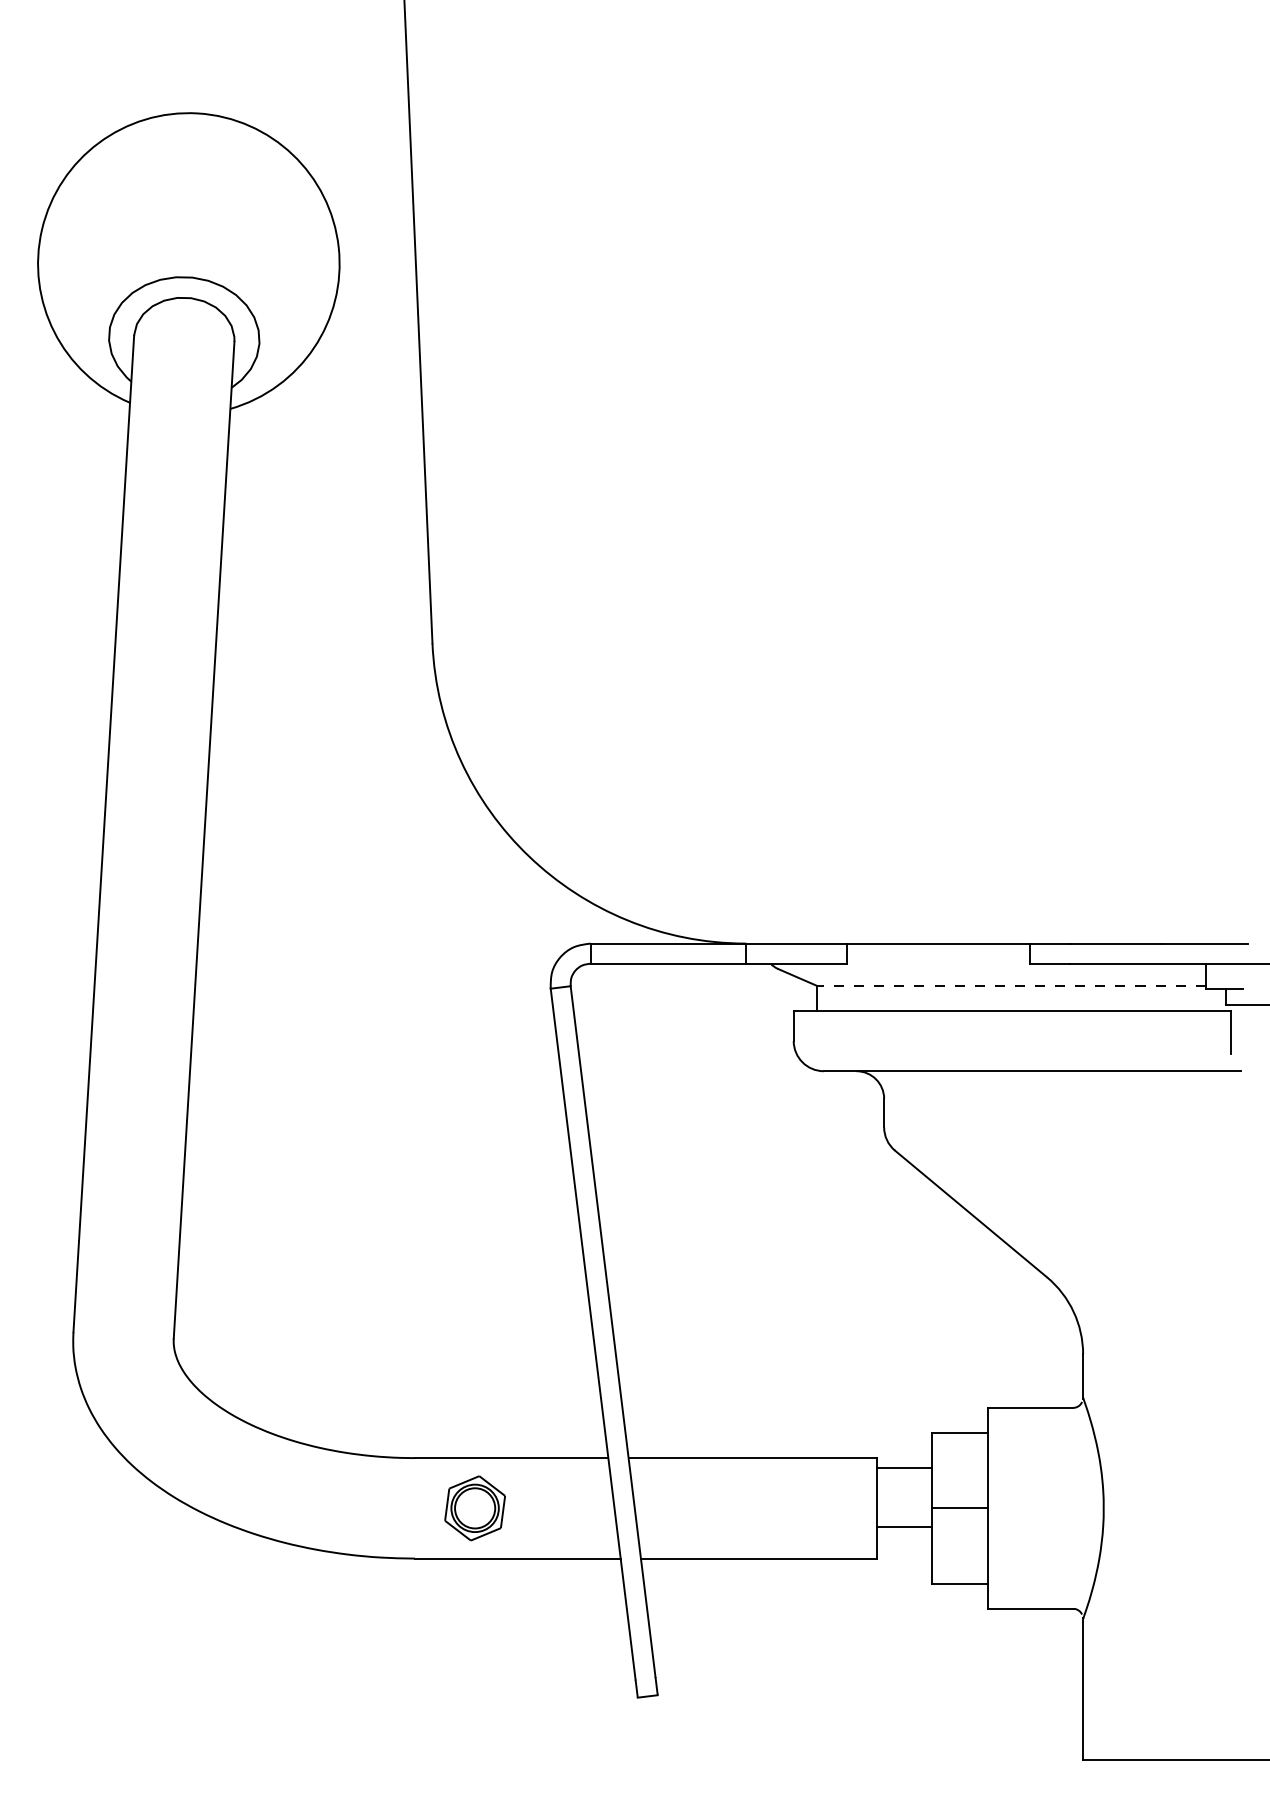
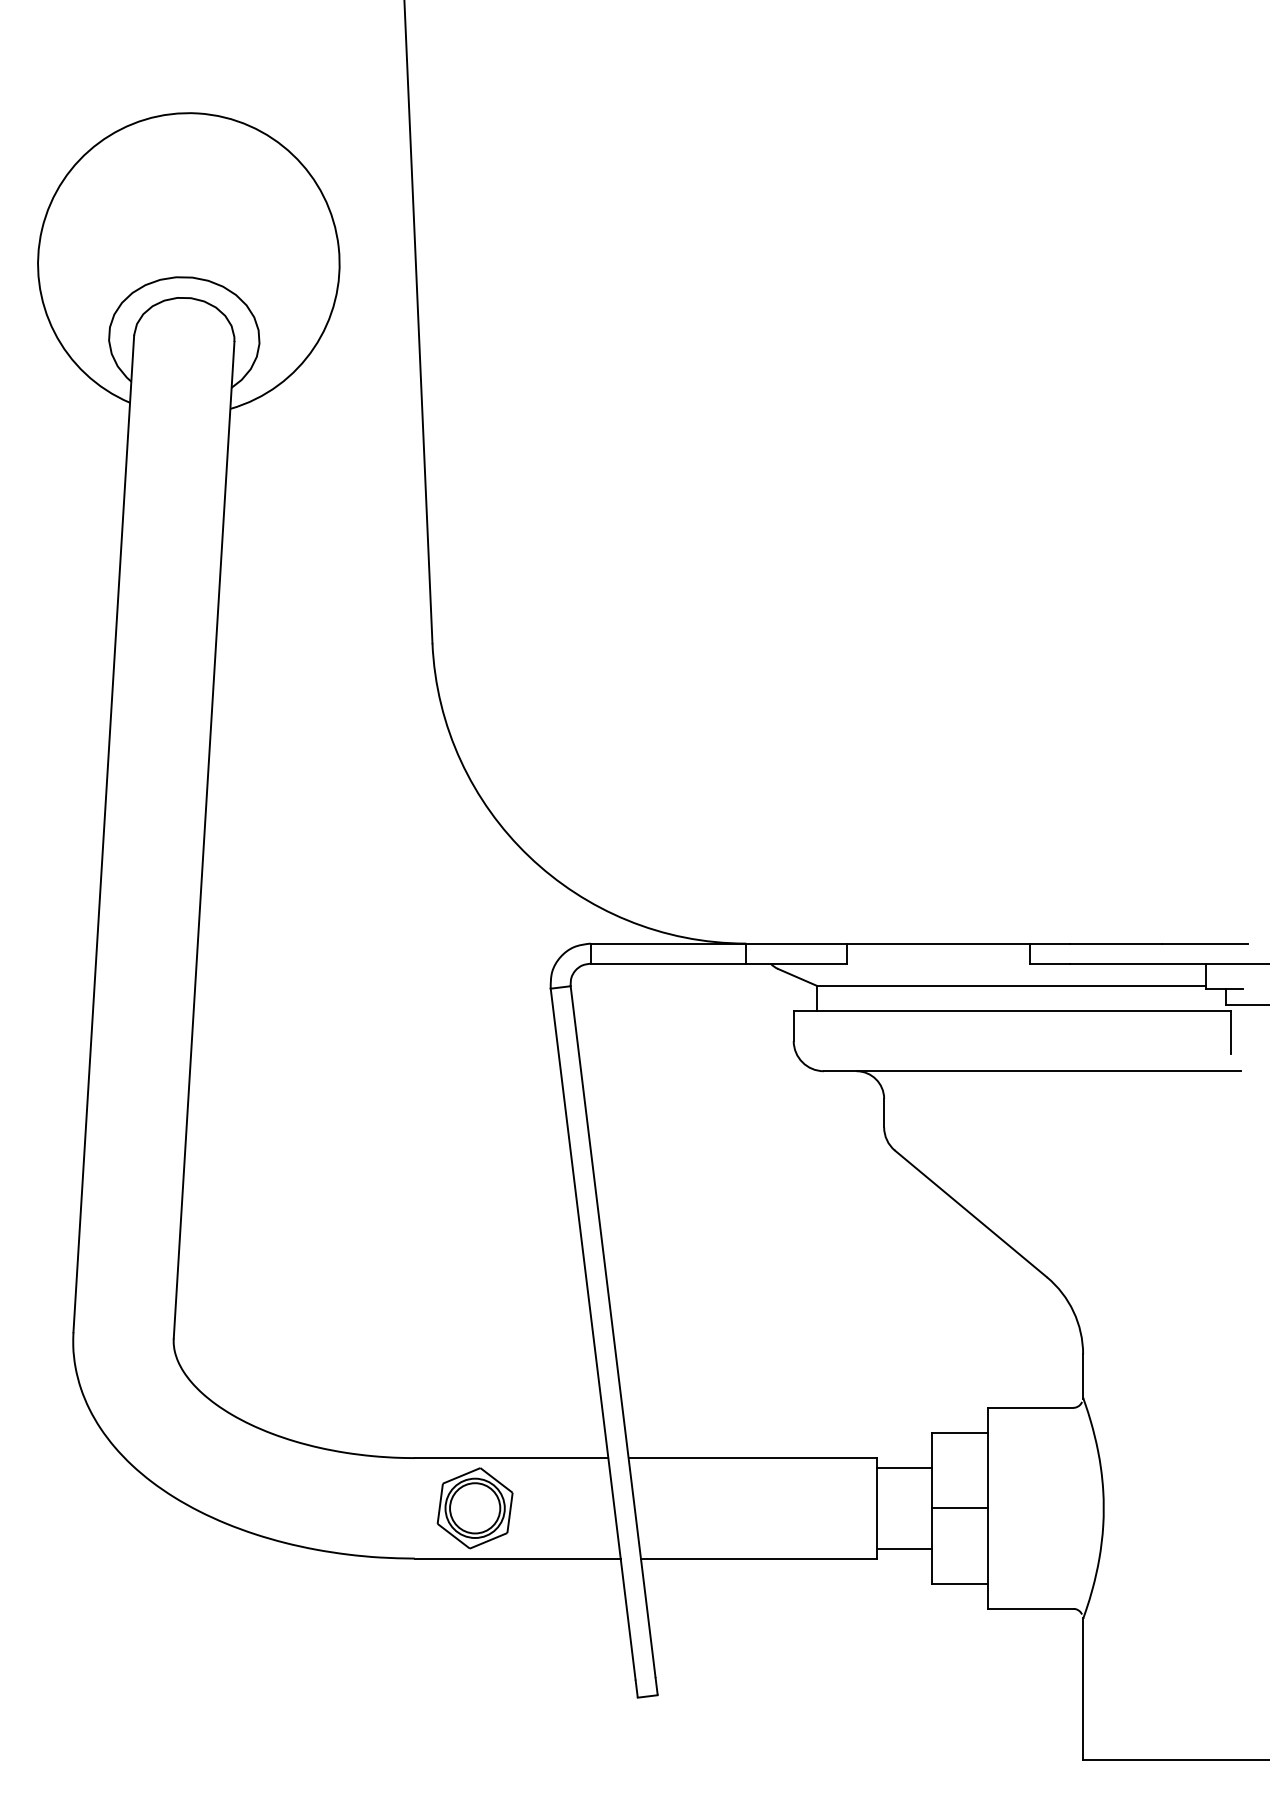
line at (1010, 985): dashed -> solid
part at (474, 1508) size: 62x67 px -> 78x83 px
line at (904, 1526) position: (904, 1526) -> (904, 1548)
